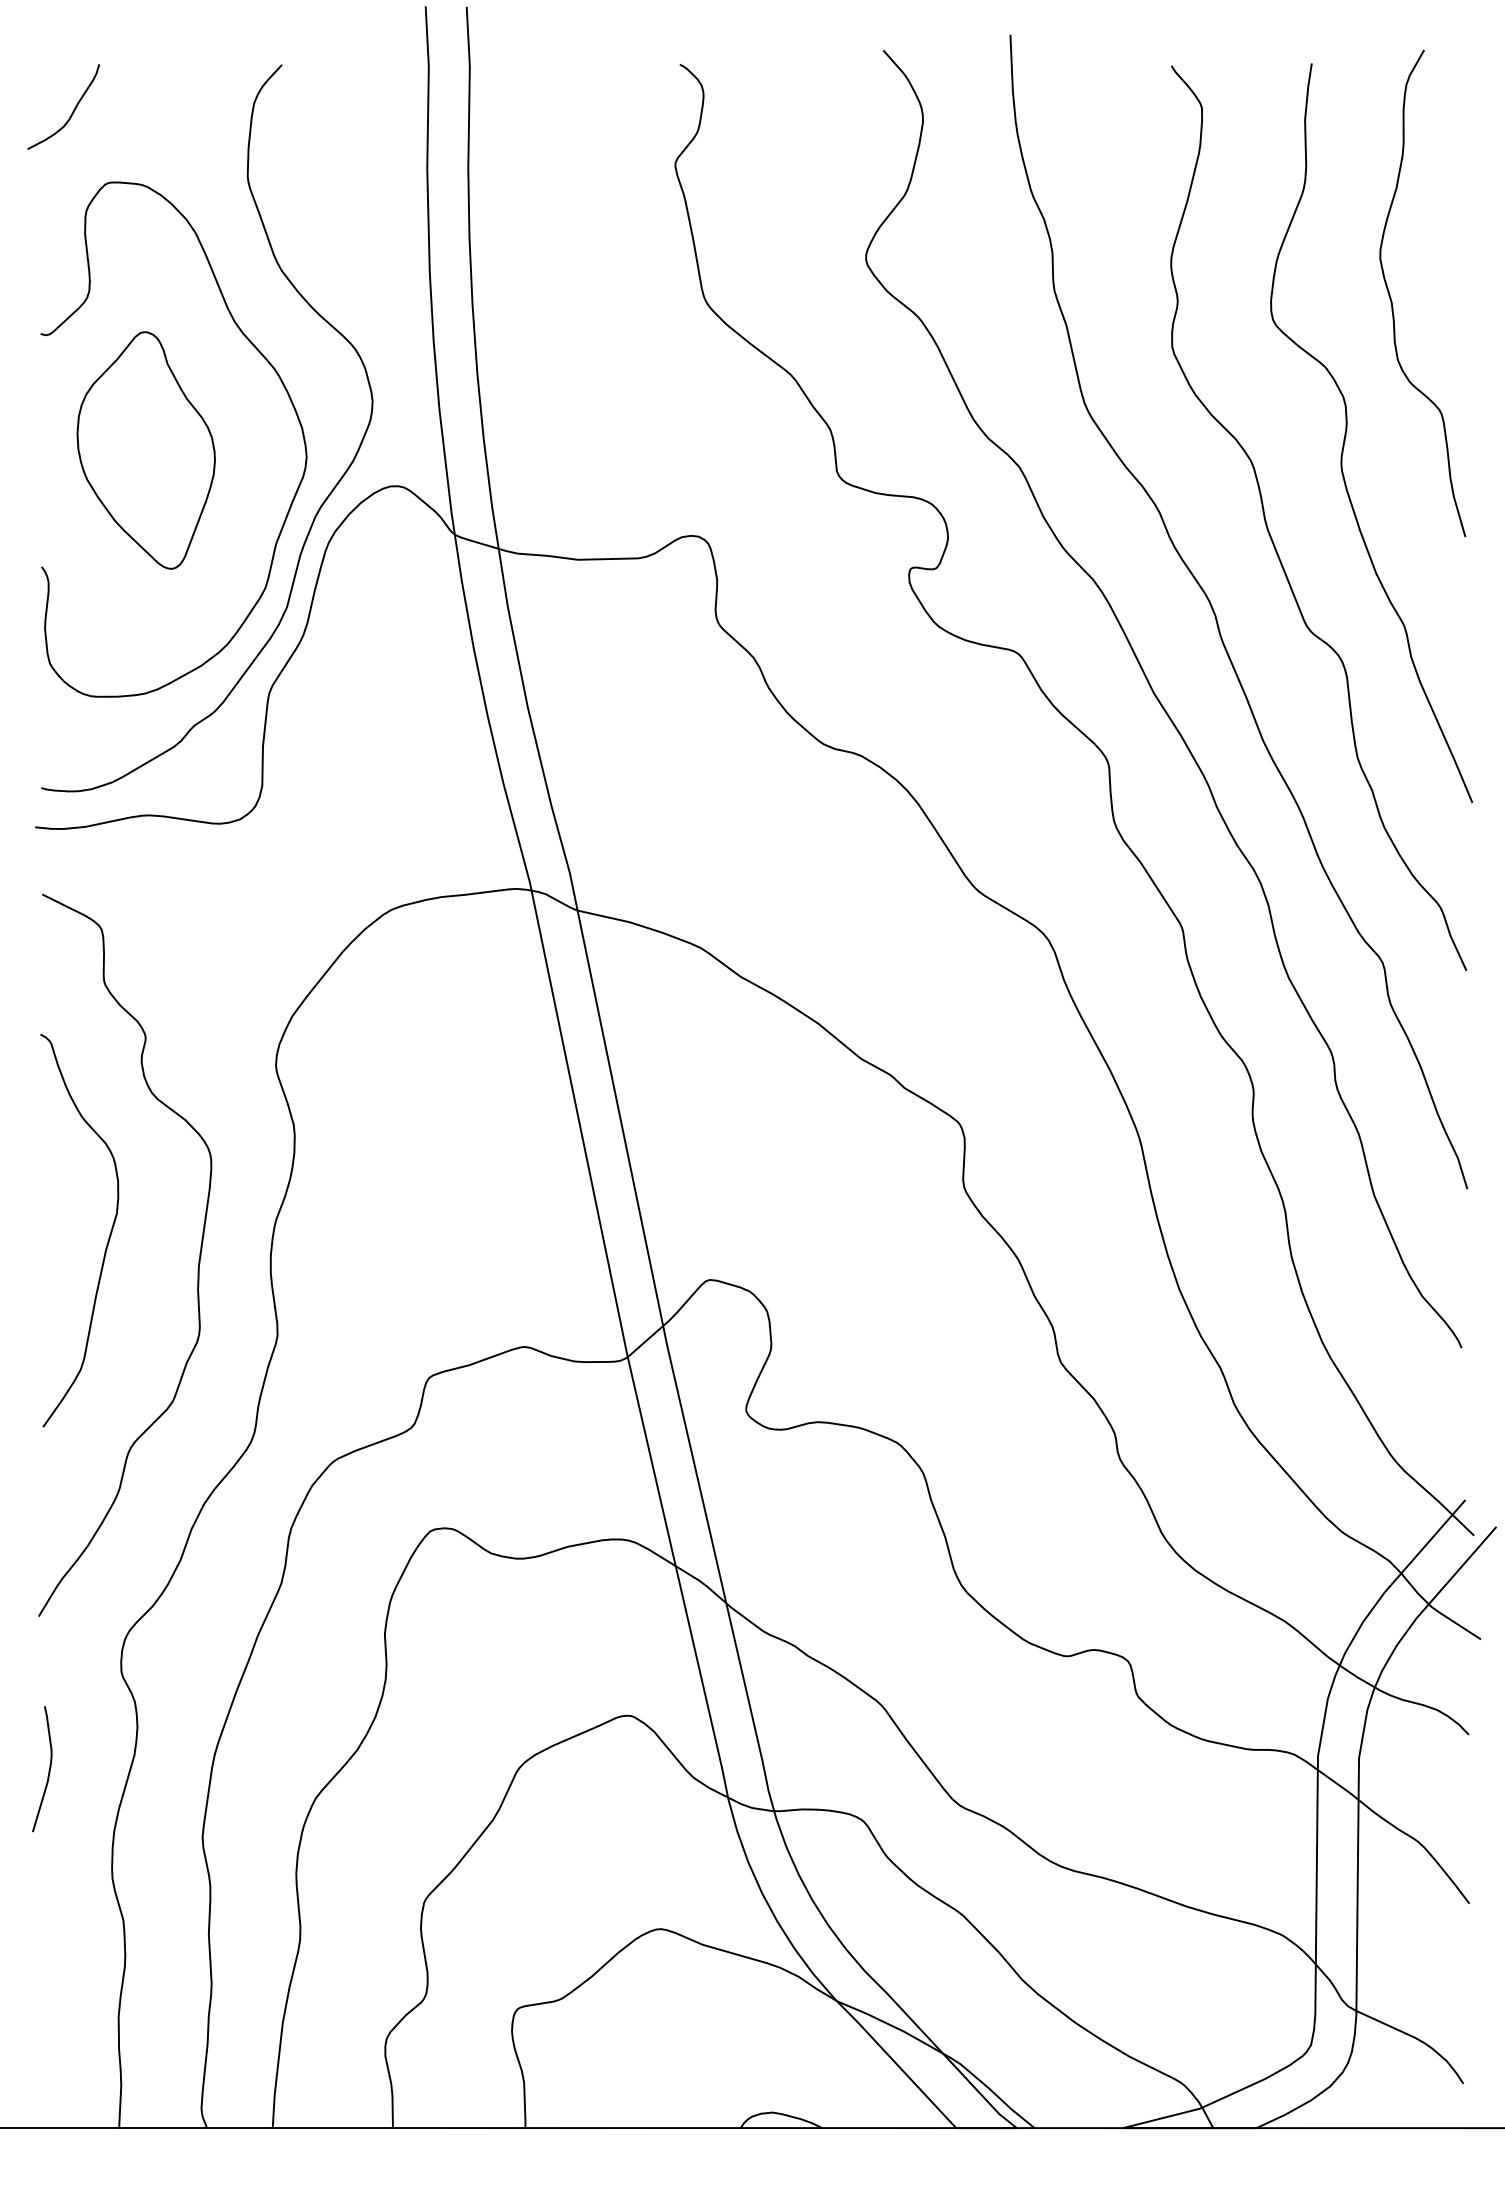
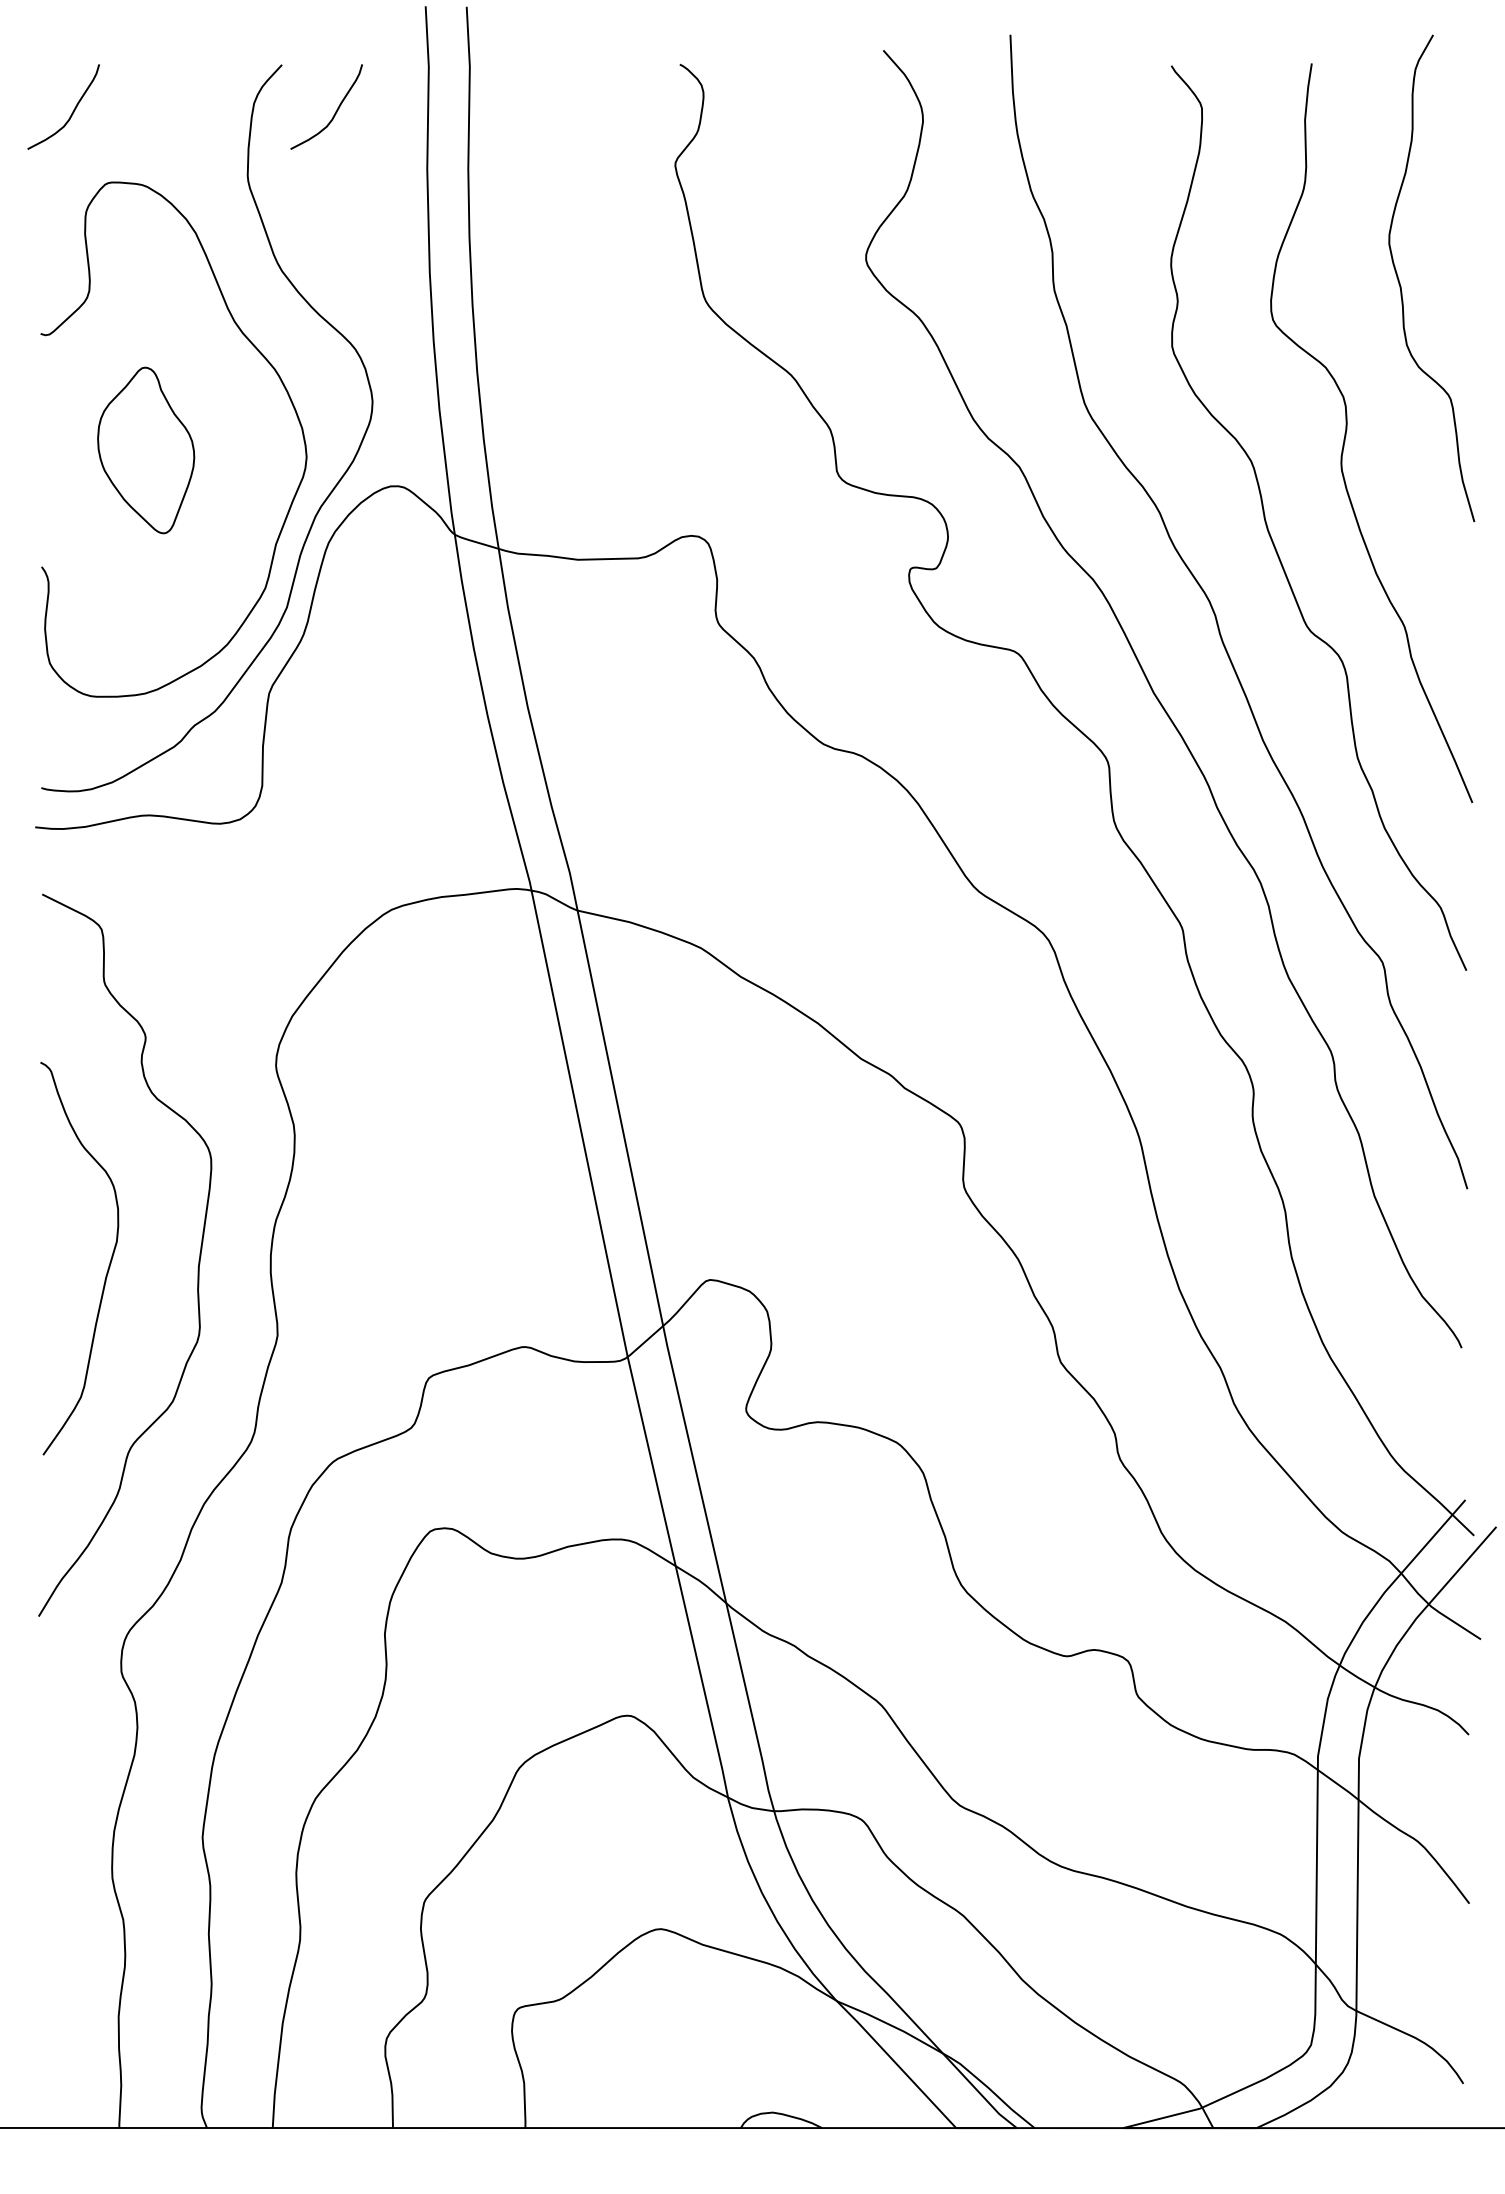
curve at (335, 111): none -> present
curve at (1392, 301) position: (1392, 301) -> (1401, 286)
part at (145, 450) size: 140x239 px -> 99x169 px
curve at (108, 1237) position: (108, 1237) -> (108, 1265)
curve at (48, 1770): present -> none
